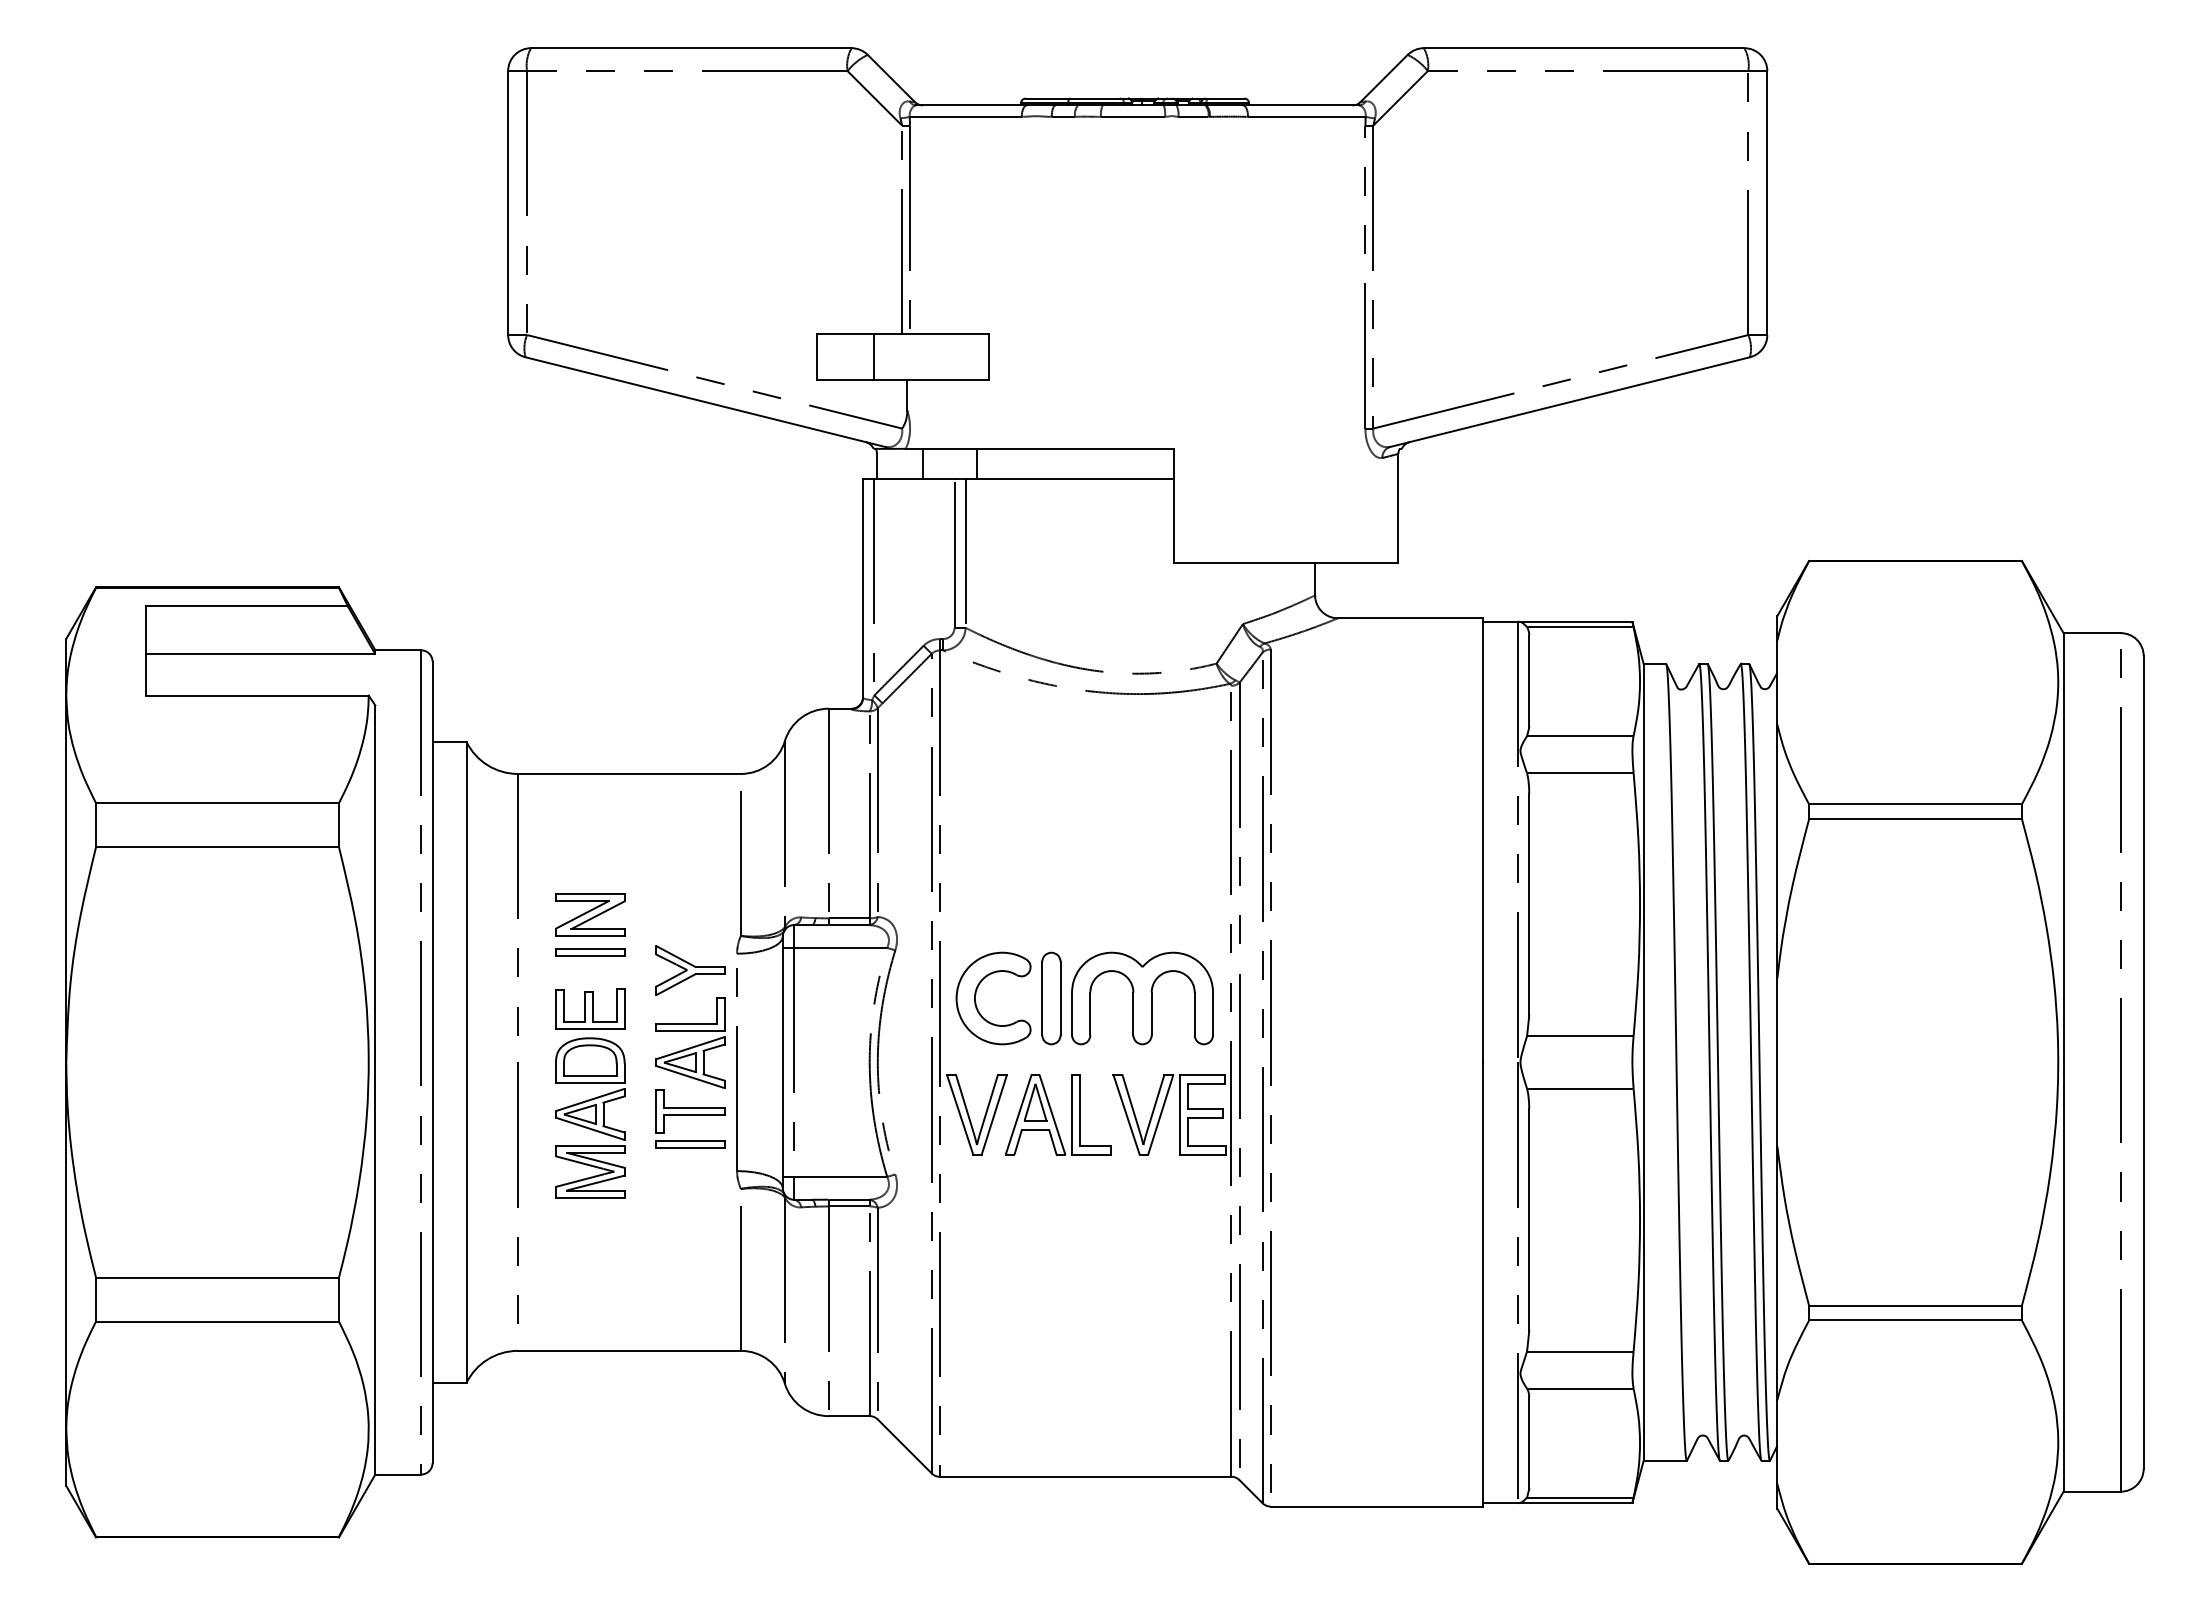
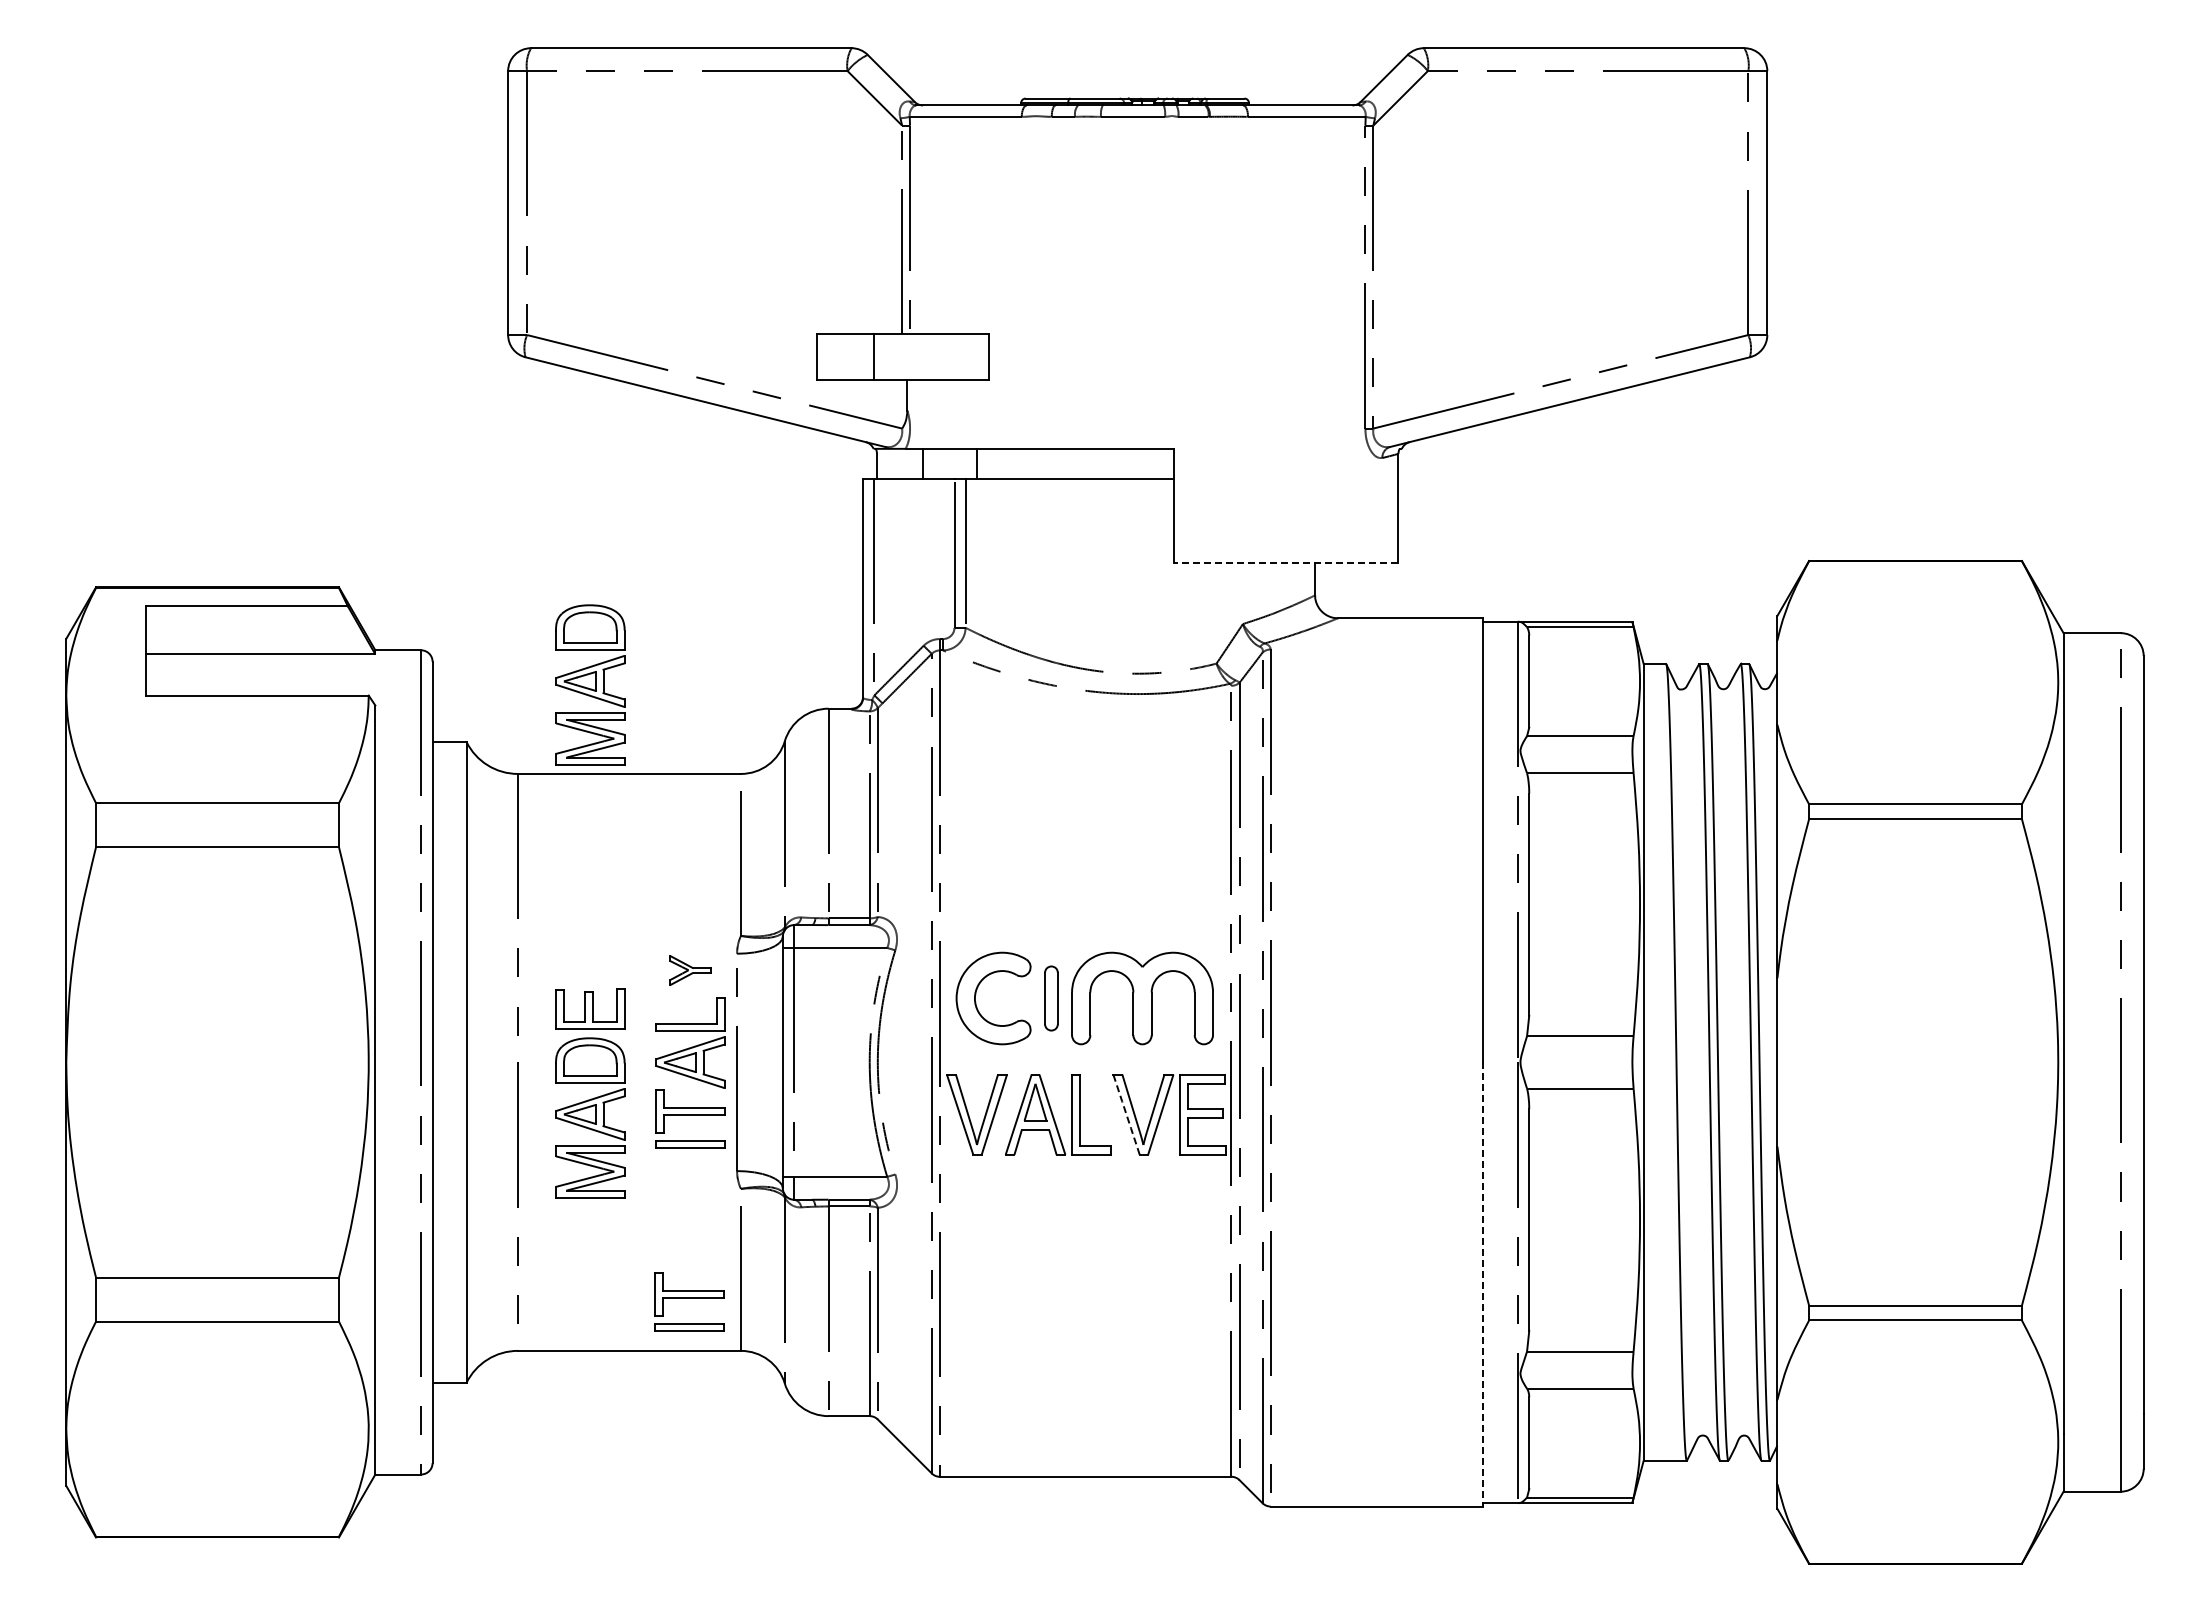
line at (1285, 563): solid -> dashed
part at (590, 684): none -> present
part at (590, 914): present -> none
part at (590, 952): present -> none
part at (690, 970) size: 71x51 px -> 43x31 px
part at (1051, 998) size: 21x95 px -> 15x67 px
line at (1126, 1114): solid -> dashed
line at (1483, 1284): solid -> dashed
part at (689, 1301): none -> present
